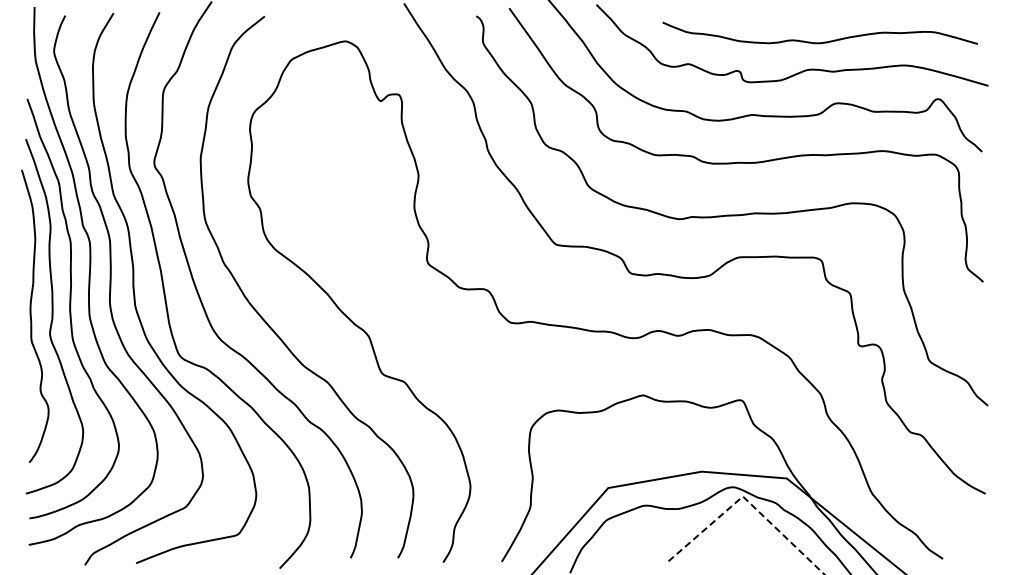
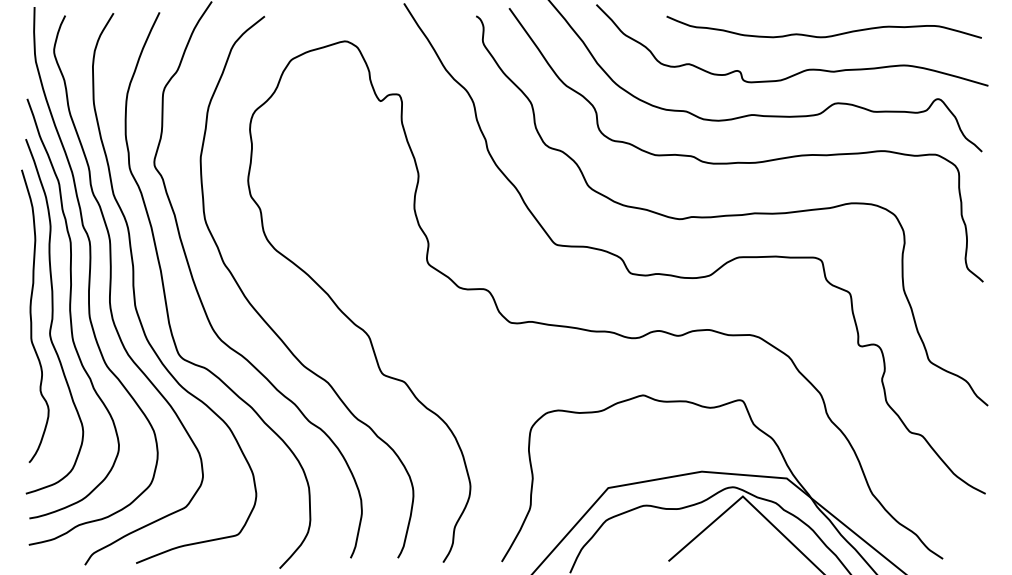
curve at (819, 42) position: (819, 42) -> (823, 36)
line at (747, 501): dashed -> solid
